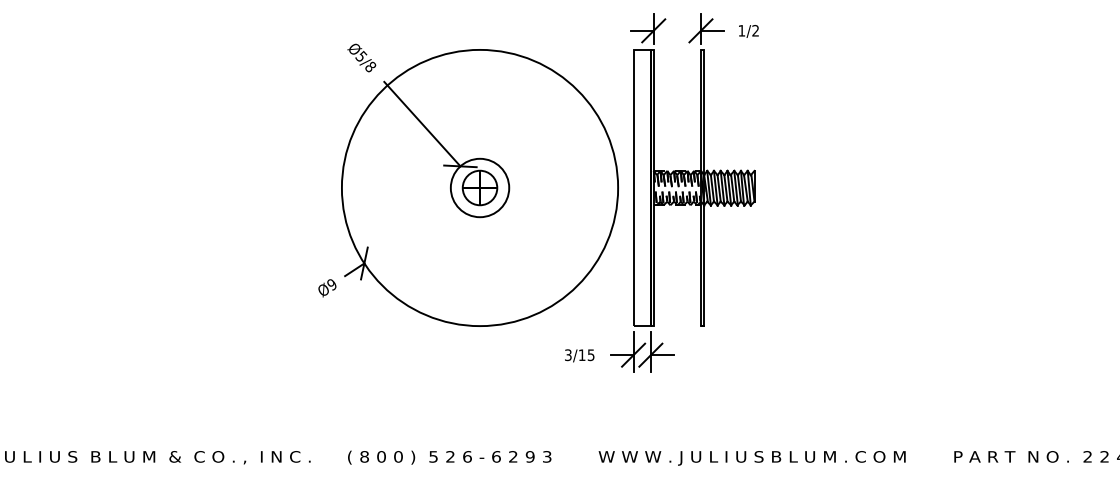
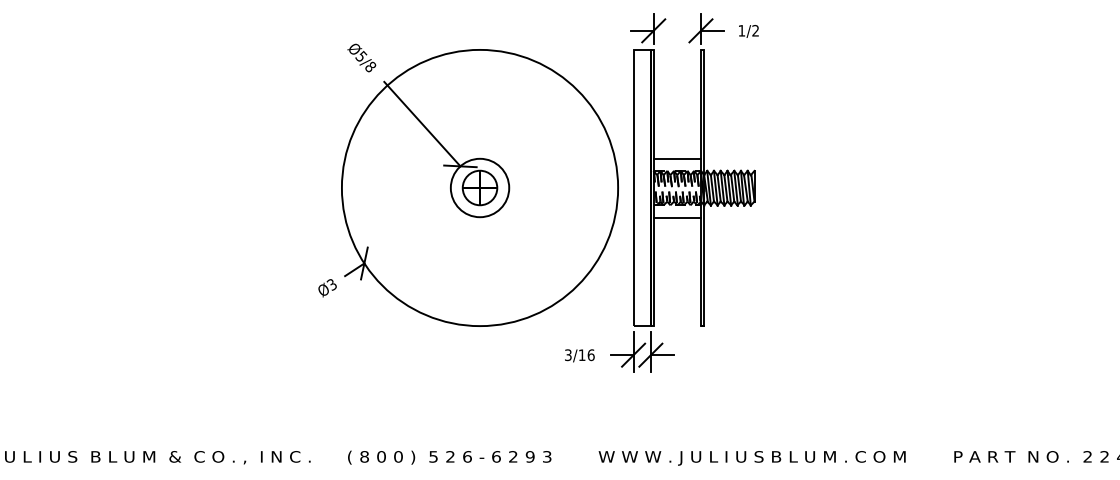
line at (676, 158): none -> present
line at (676, 217): none -> present
text at (331, 284): Ø9 -> Ø3
text at (590, 355): 3/15 -> 3/16
